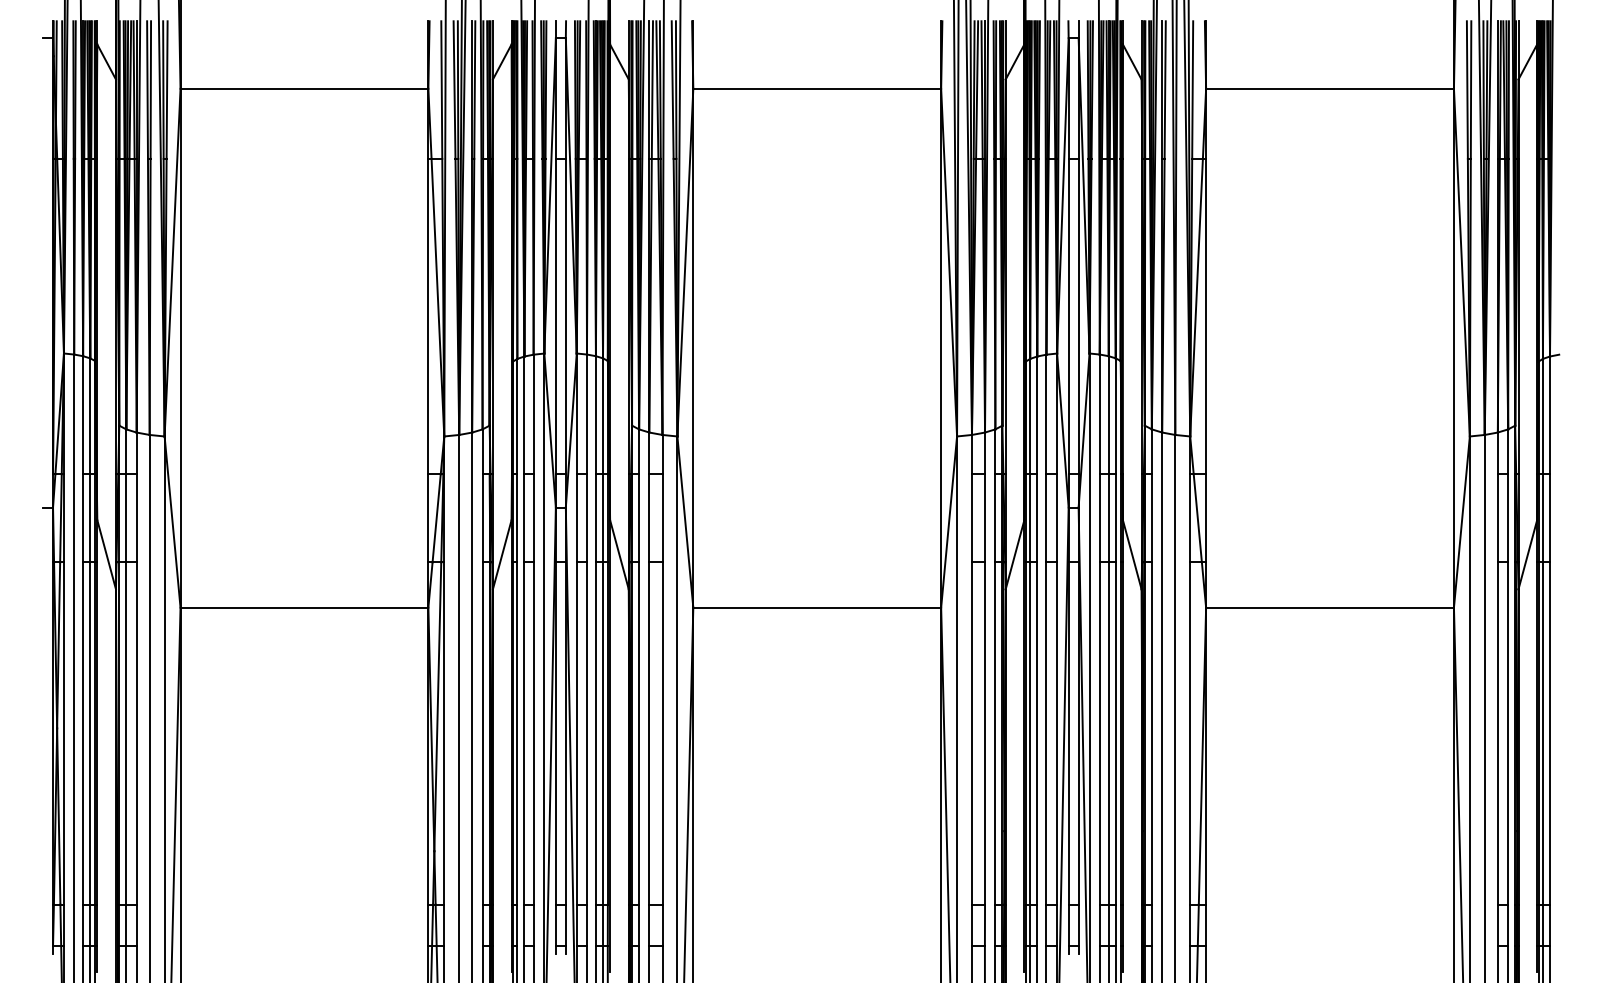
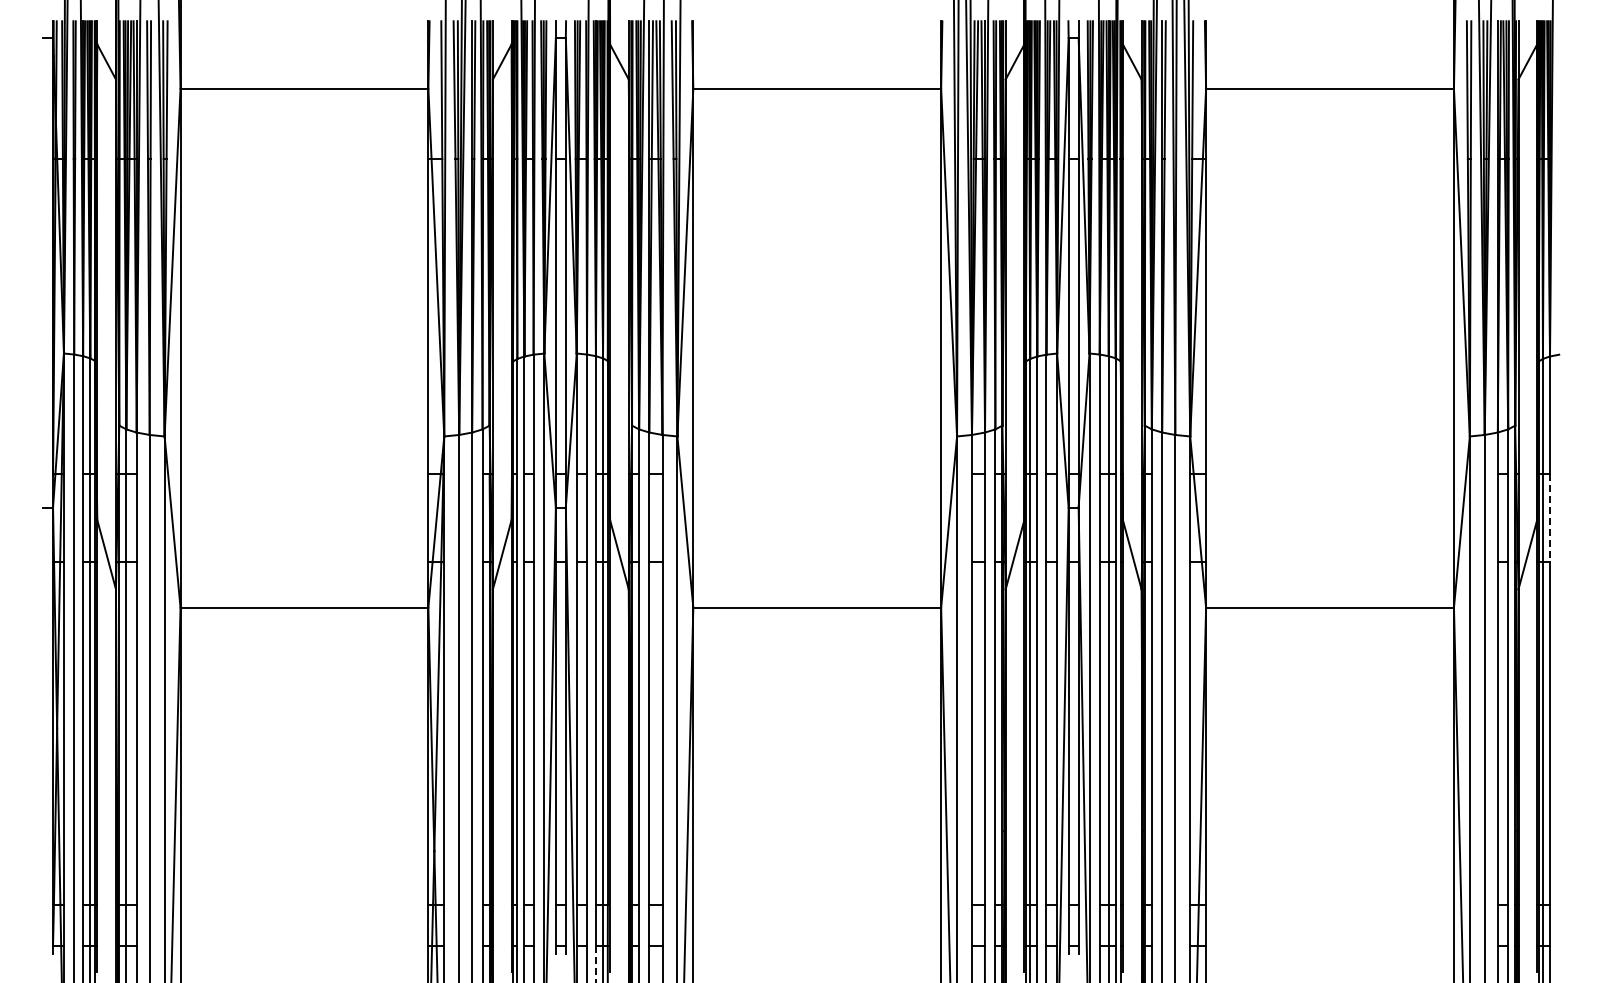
line at (1550, 518): solid -> dashed
line at (595, 964): solid -> dashed
